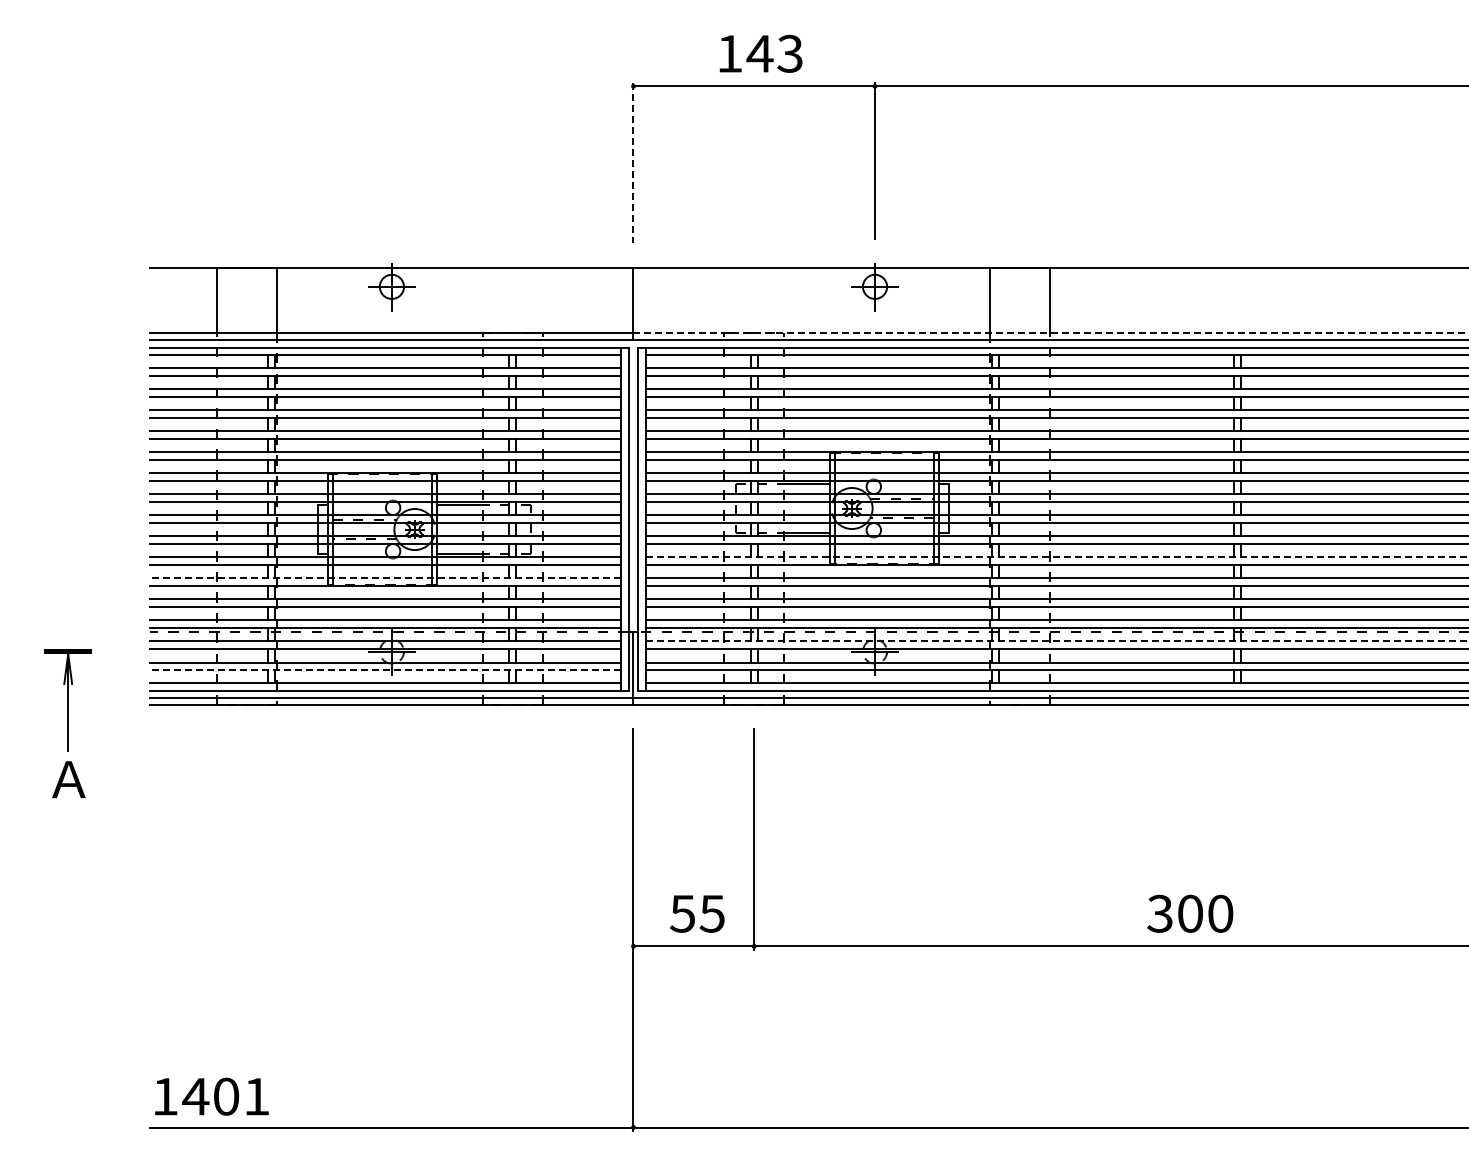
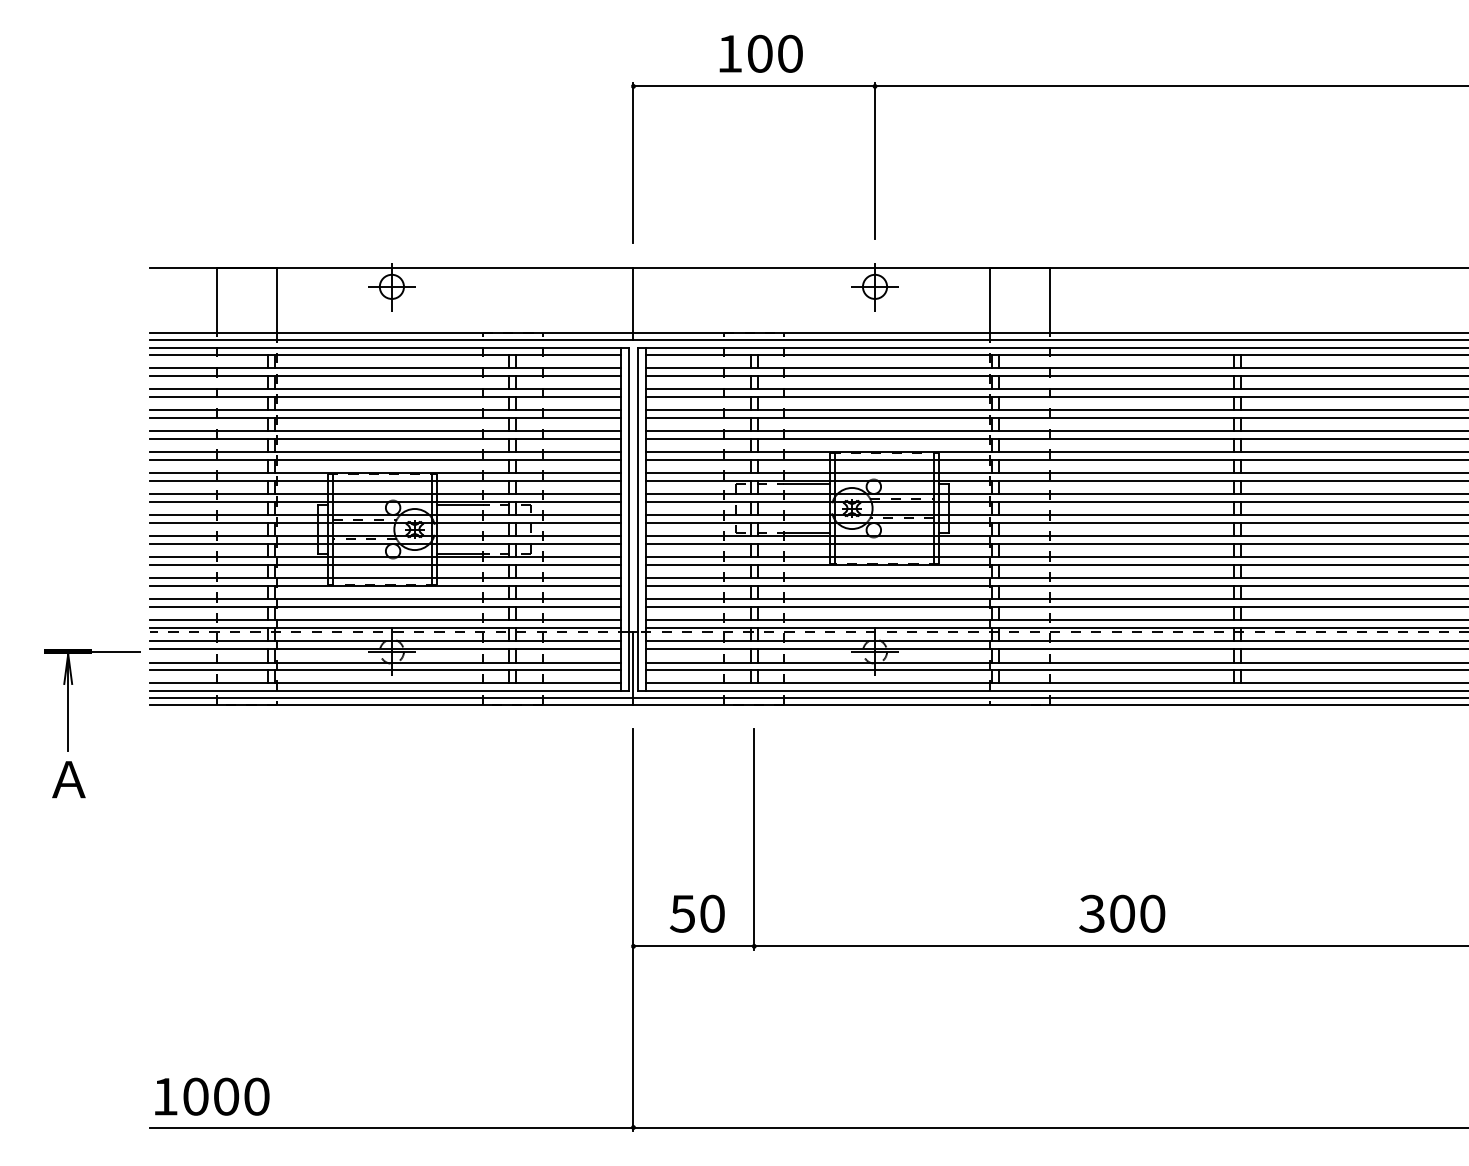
text at (774, 53): 143 -> 100
line at (633, 163): dashed -> solid
line at (1051, 332): dashed -> solid
line at (1057, 557): dashed -> solid
line at (385, 578): dashed -> solid
line at (1057, 641): dashed -> solid
line at (116, 651): none -> present
line at (385, 669): dashed -> solid
text at (711, 913): 55 -> 50
text at (1190, 913) position: (1190, 913) -> (1122, 913)
text at (225, 1096): 1401 -> 1000
